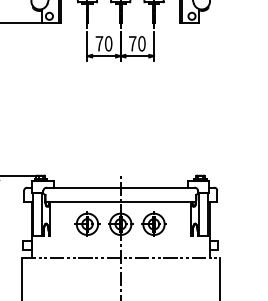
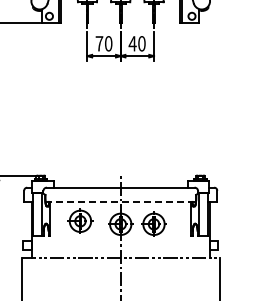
text at (132, 43): 70 -> 40
line at (121, 201): solid -> dashed
part at (87, 223) position: (87, 223) -> (80, 220)
